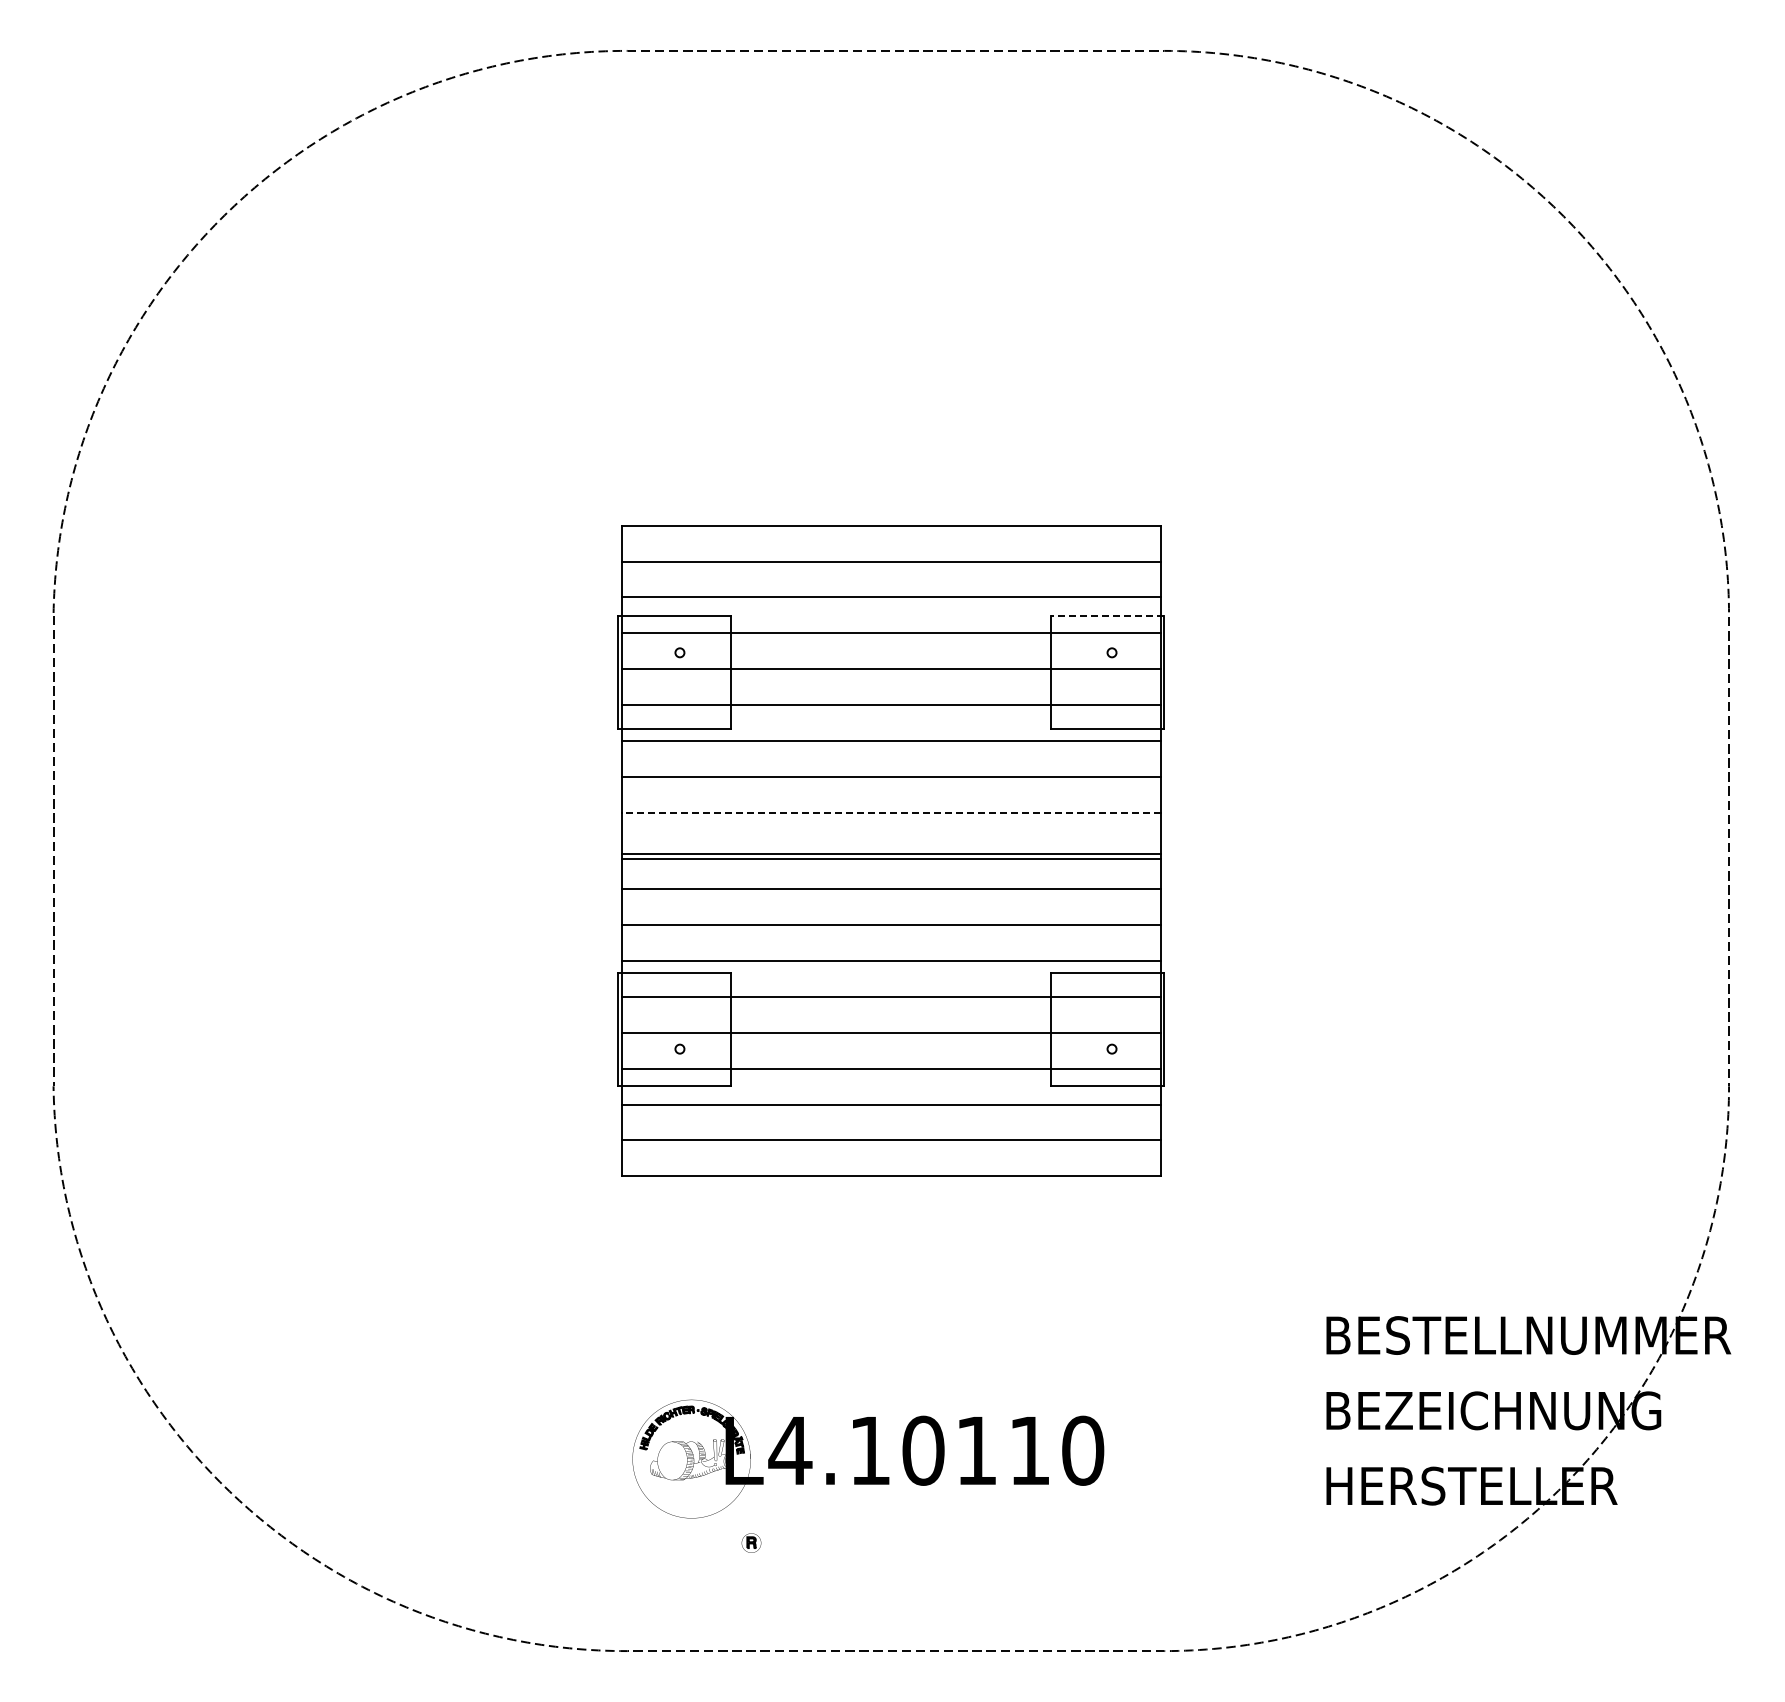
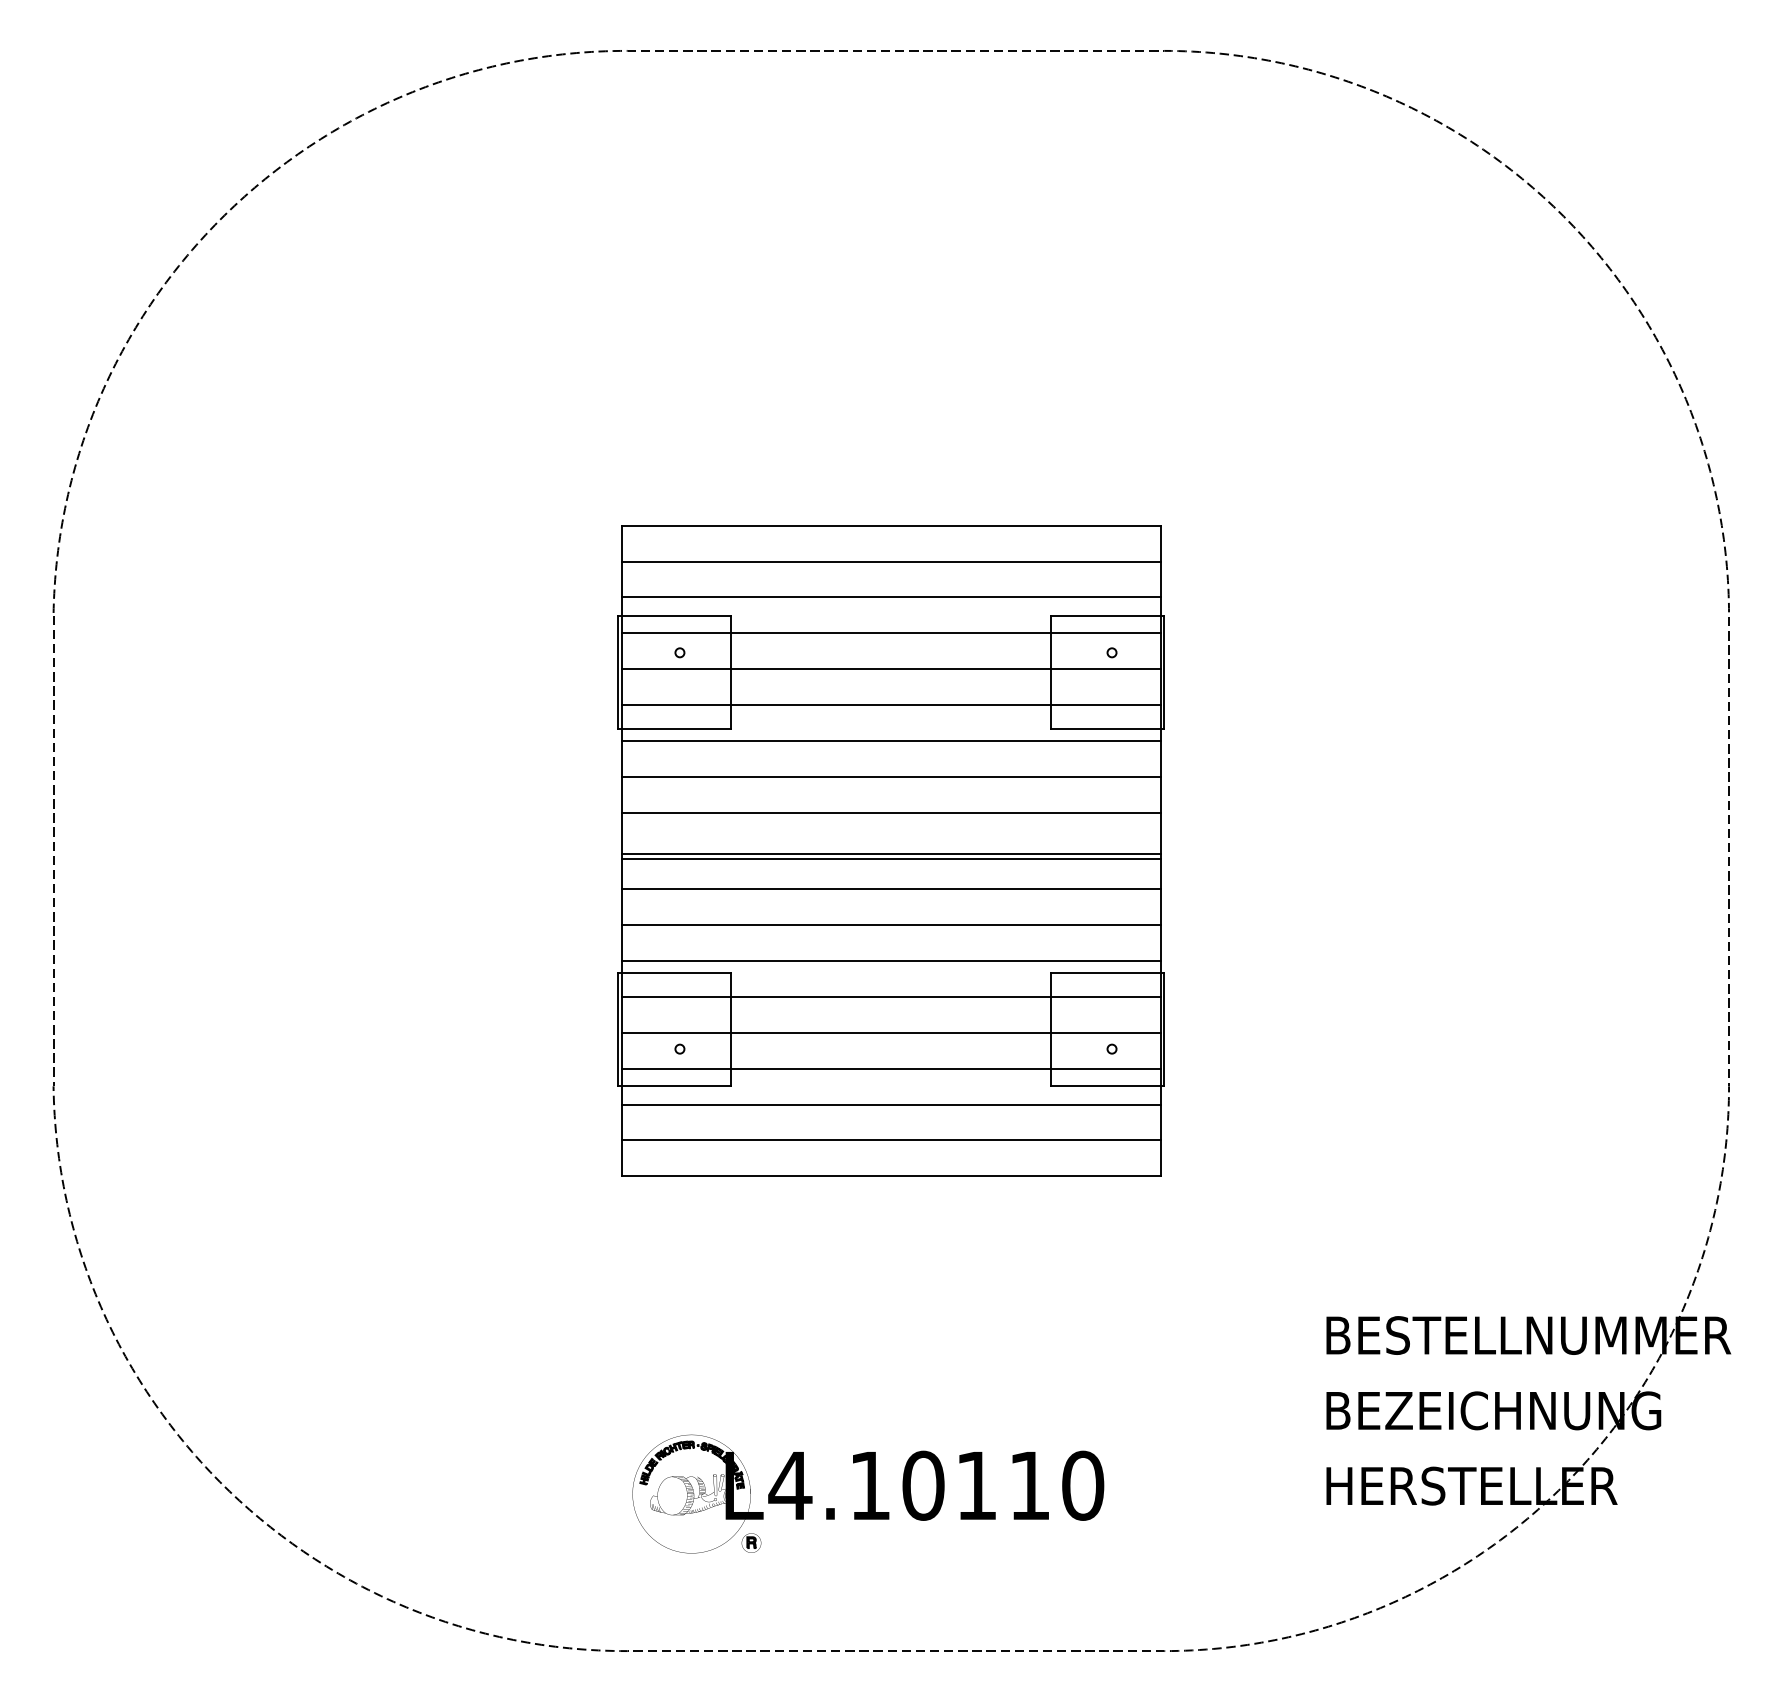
line at (1107, 615): dashed -> solid
line at (890, 813): dashed -> solid
part at (868, 1458) position: (868, 1458) -> (868, 1493)
